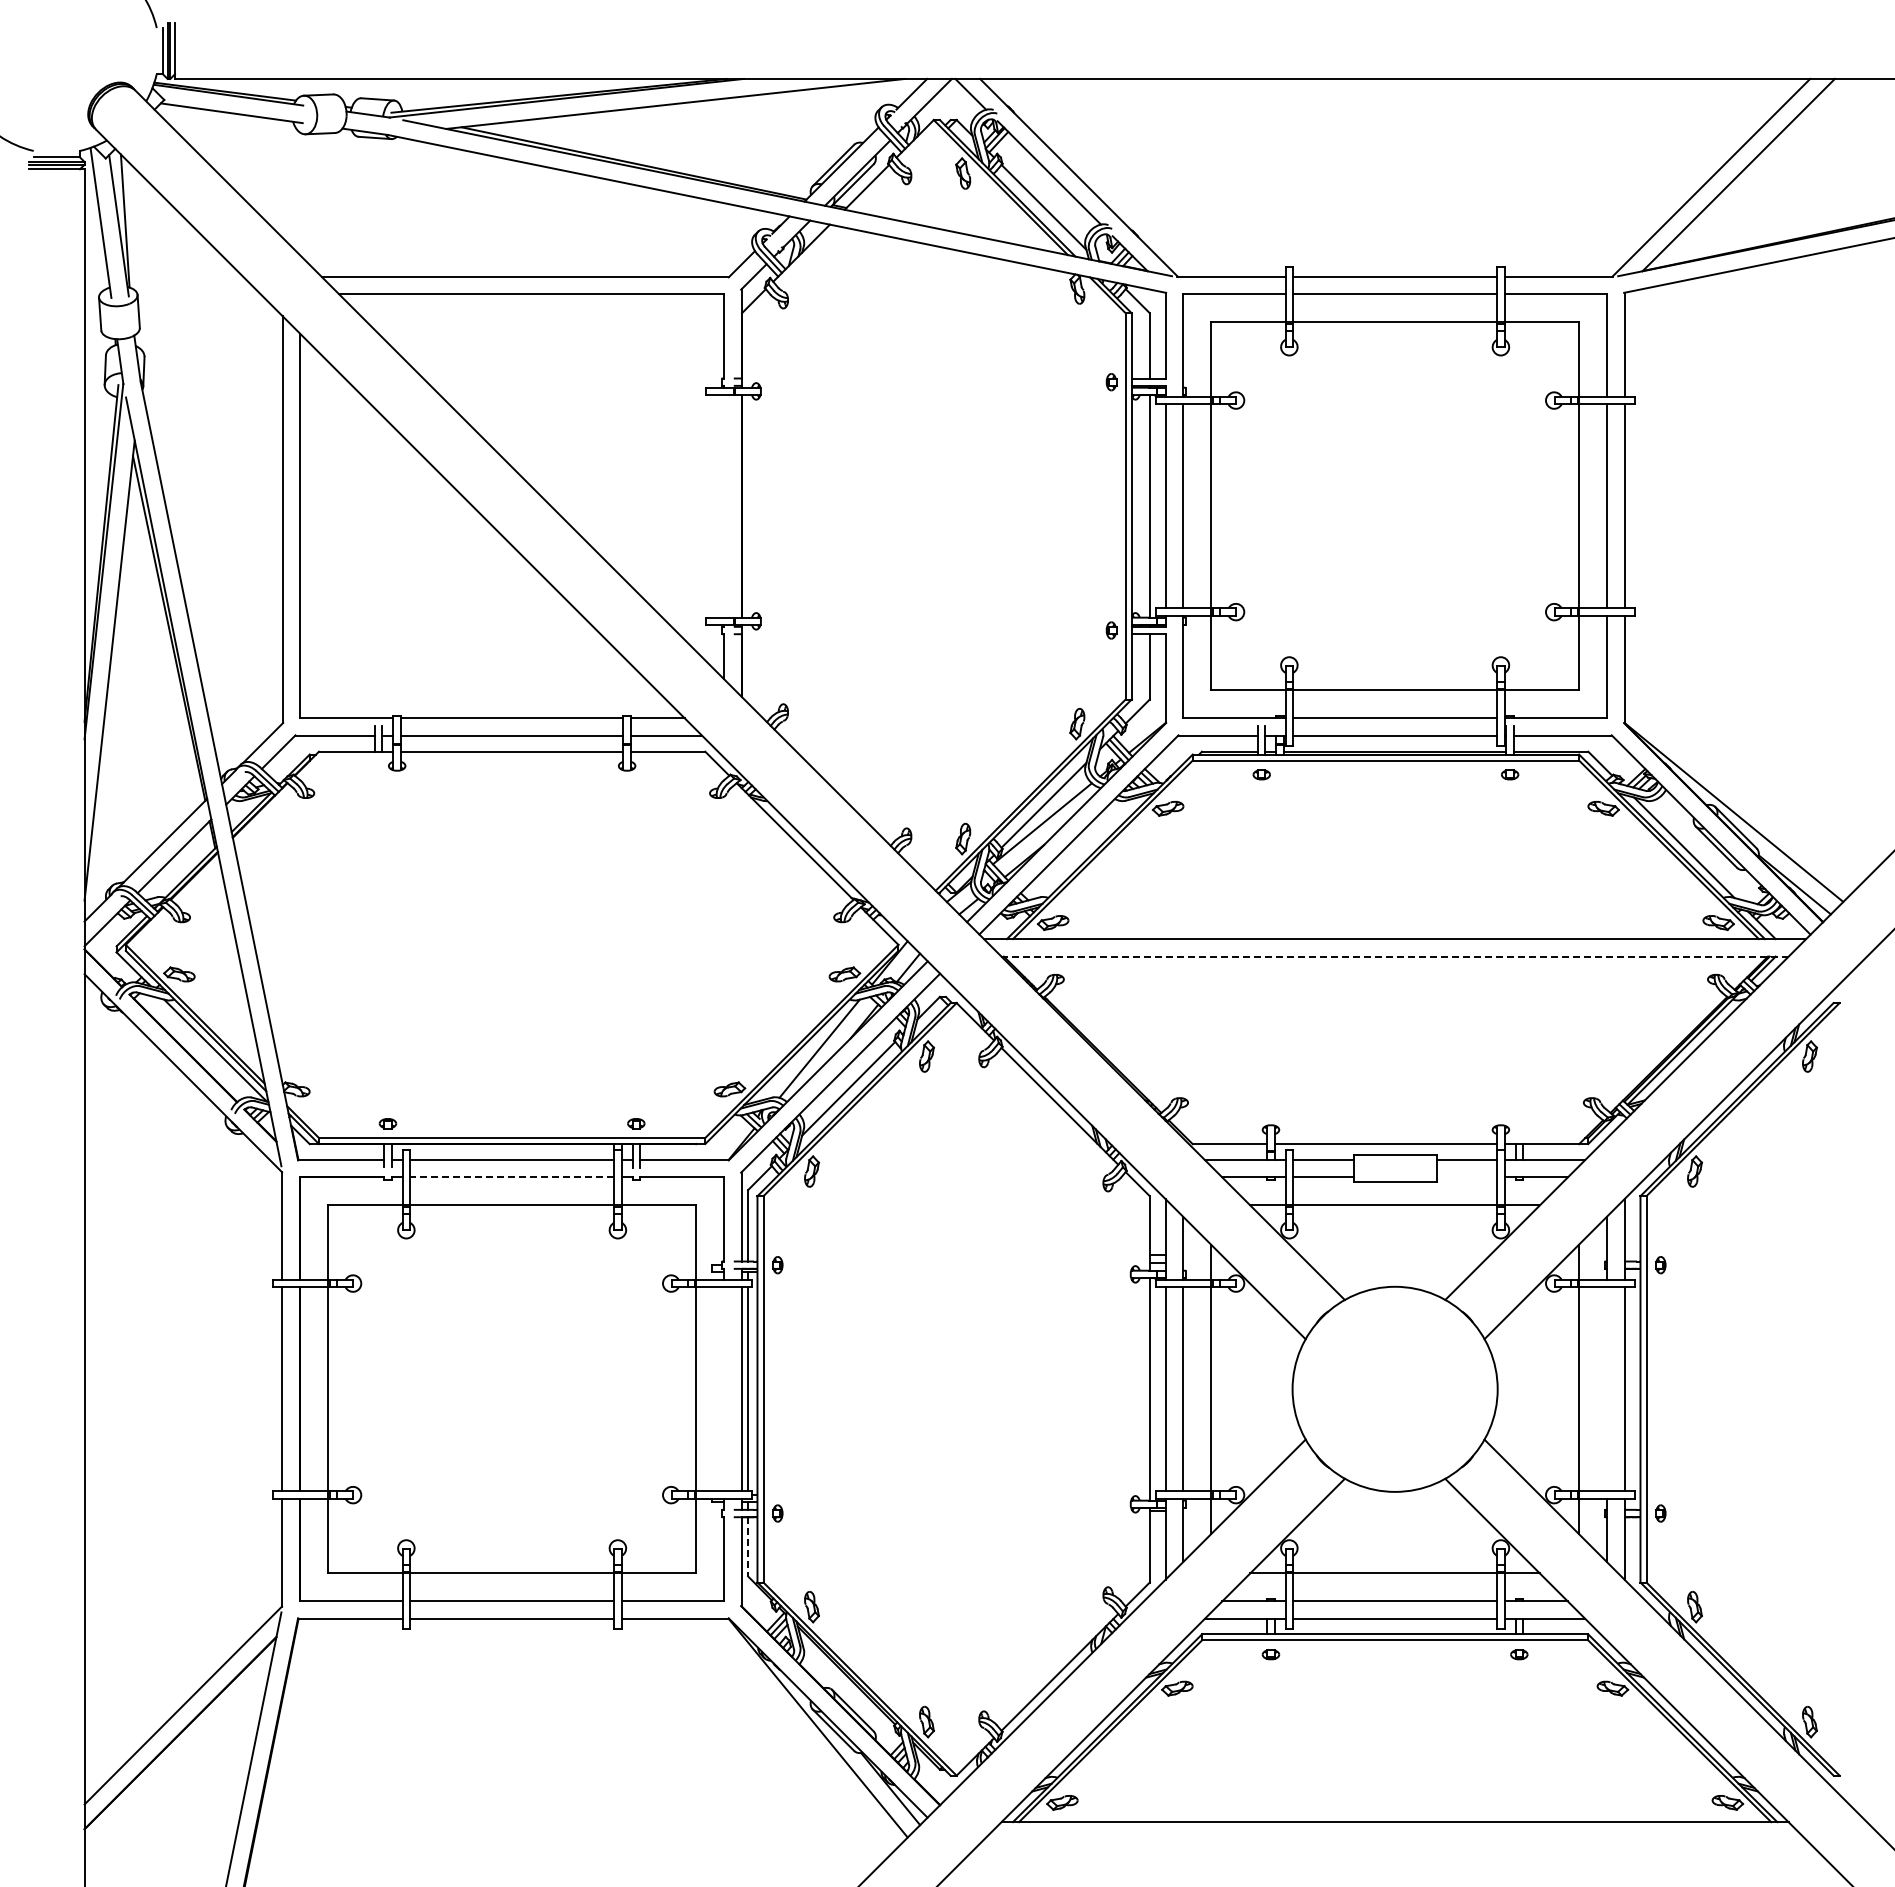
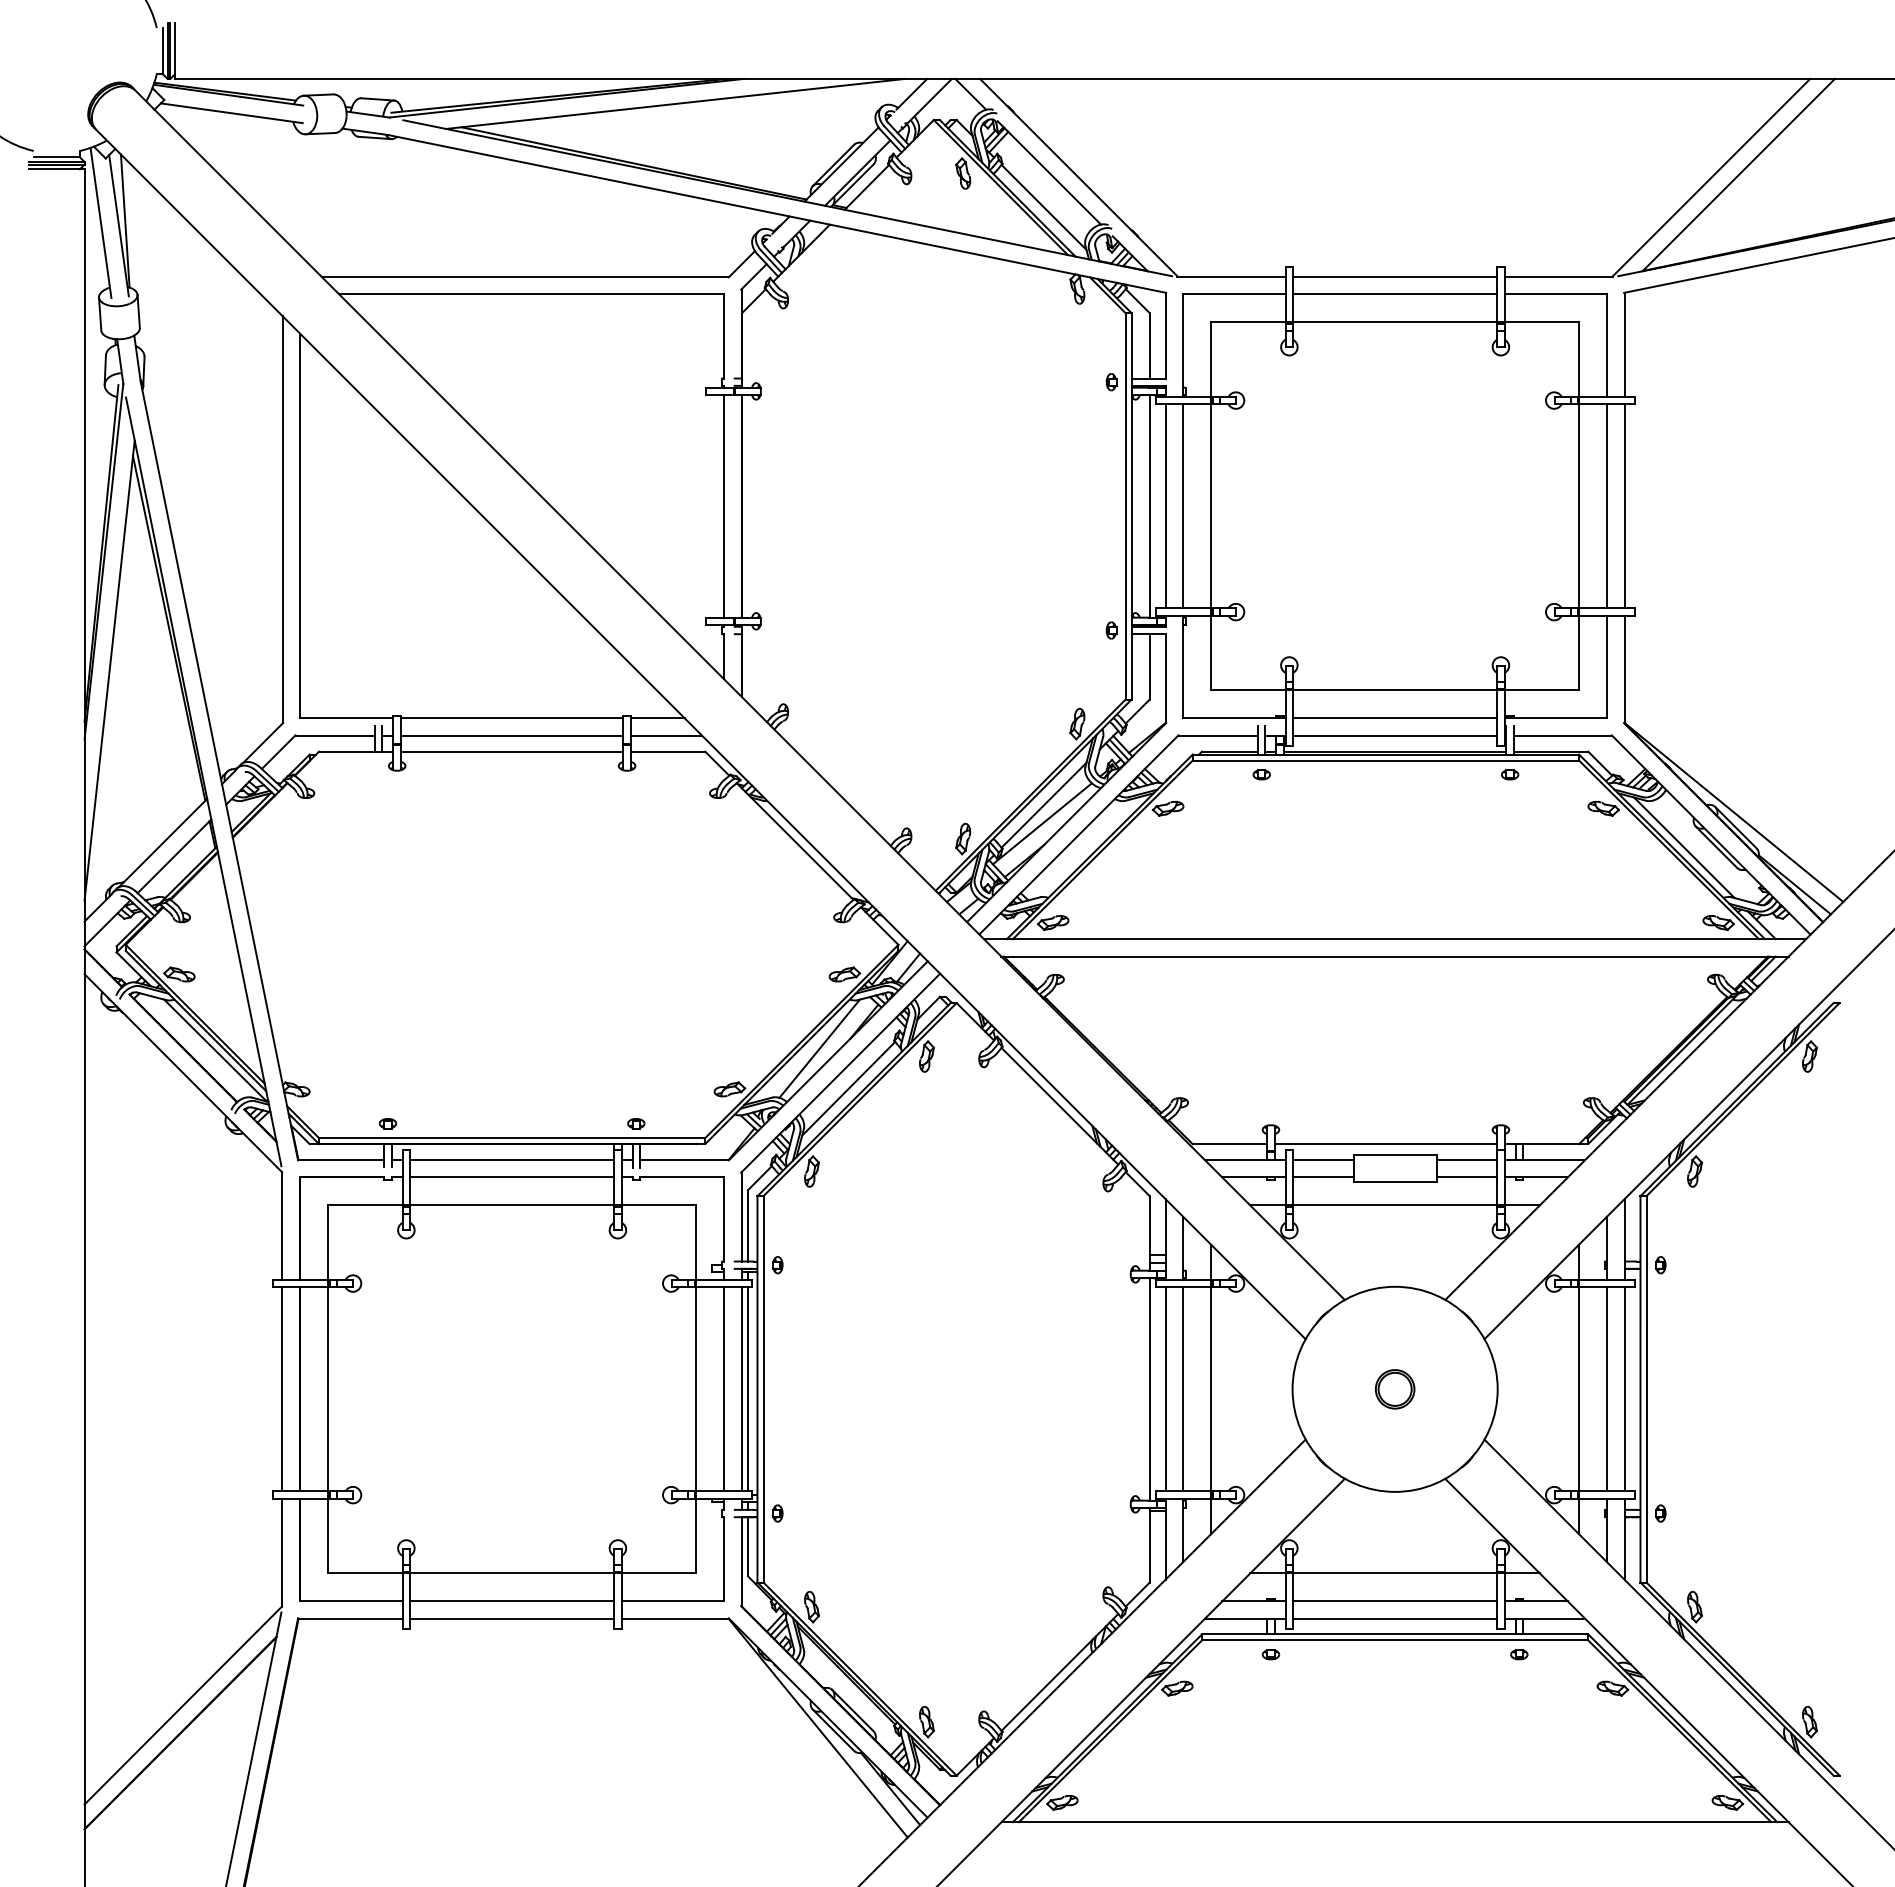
line at (724, 506): none -> present
line at (1395, 956): dashed -> solid
line at (511, 1177): dashed -> solid
line at (1466, 1177): none -> present
line at (724, 1389): none -> present
part at (1395, 1389): none -> present
line at (1607, 1389): none -> present
line at (748, 1546): dashed -> solid
